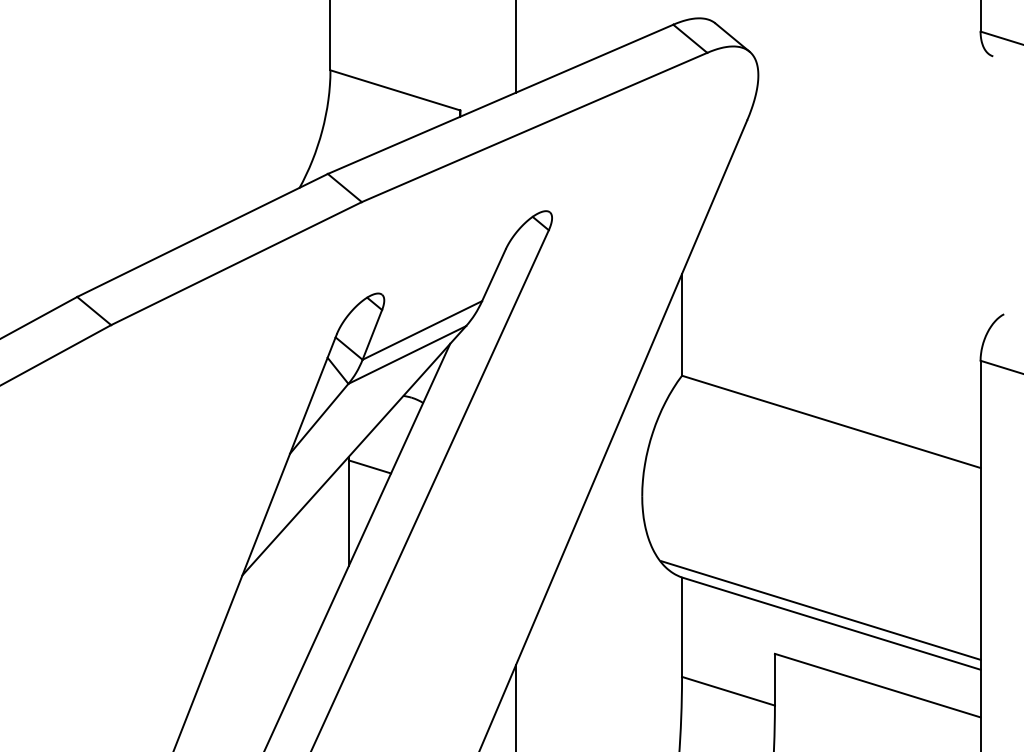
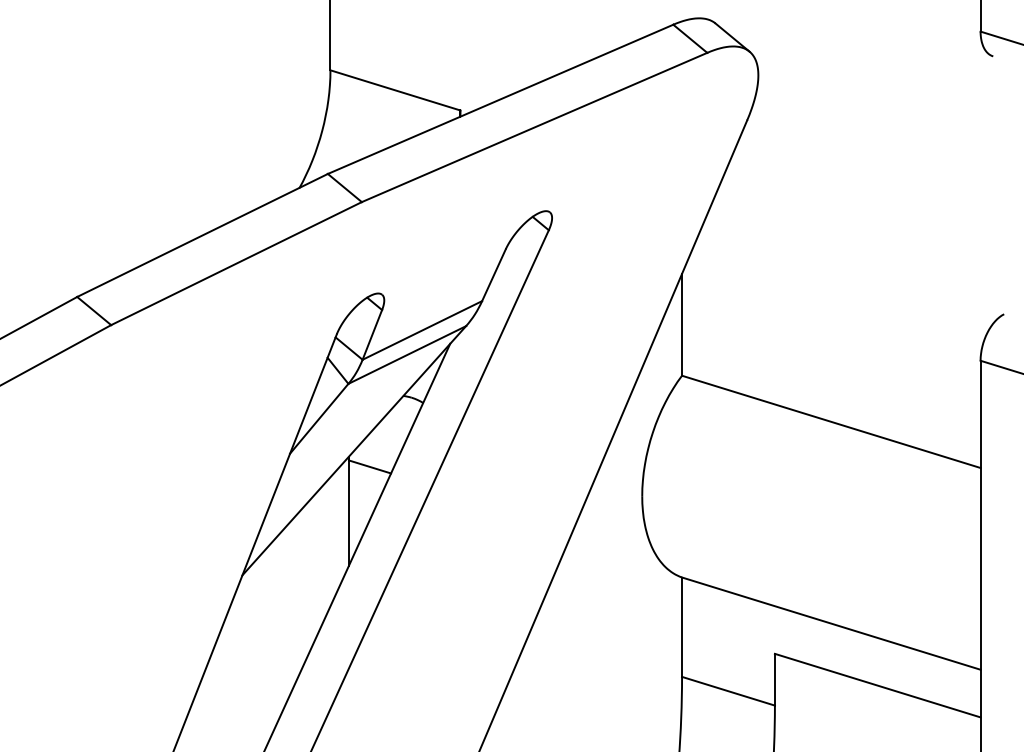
line at (516, 47): present -> none
line at (820, 610): present -> none
line at (516, 706): present -> none
